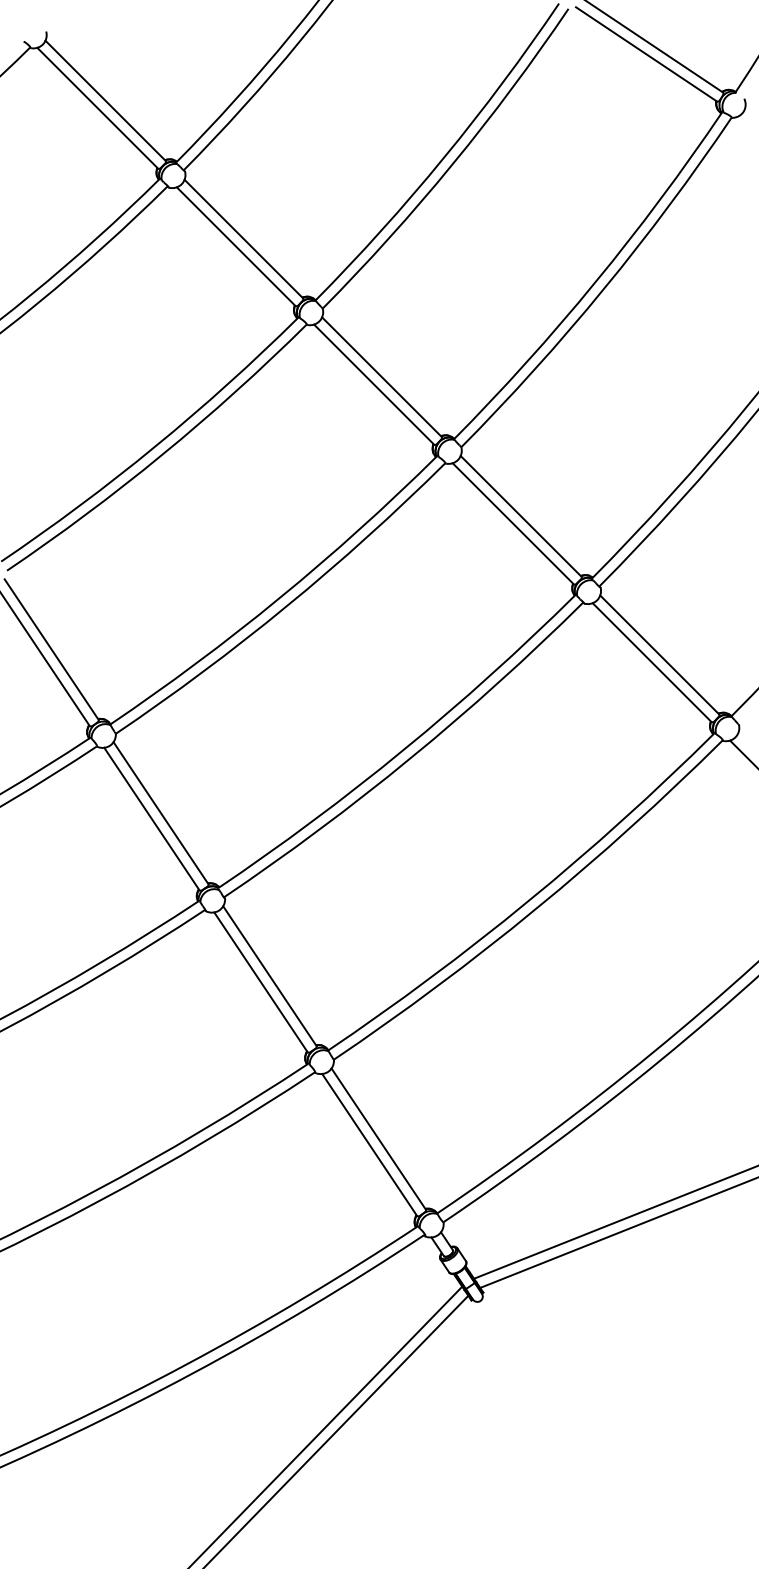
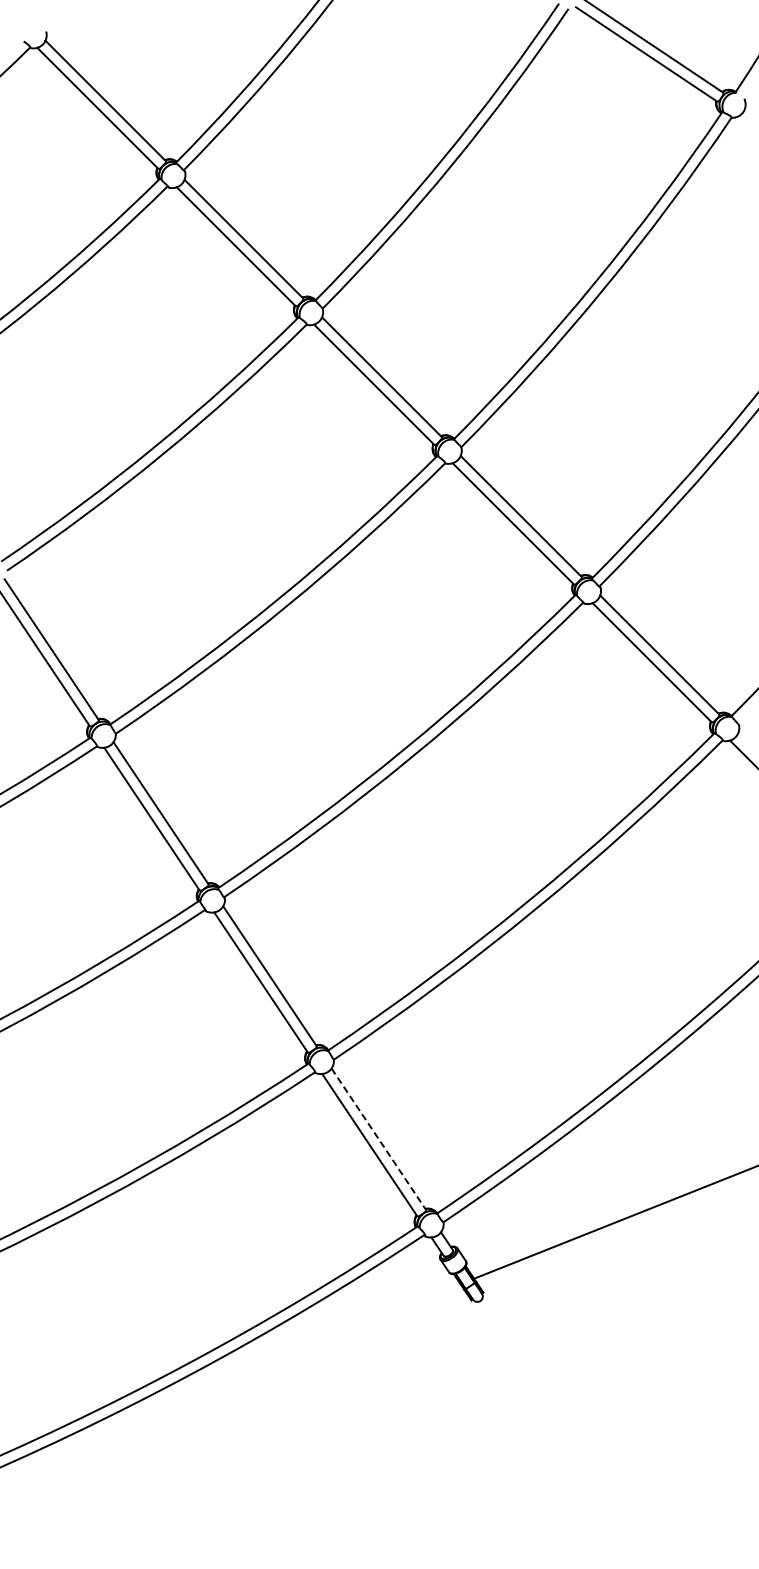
line at (378, 1139): solid -> dashed
line at (617, 1232): present -> none
line at (326, 1425): present -> none
line at (337, 1430): present -> none
